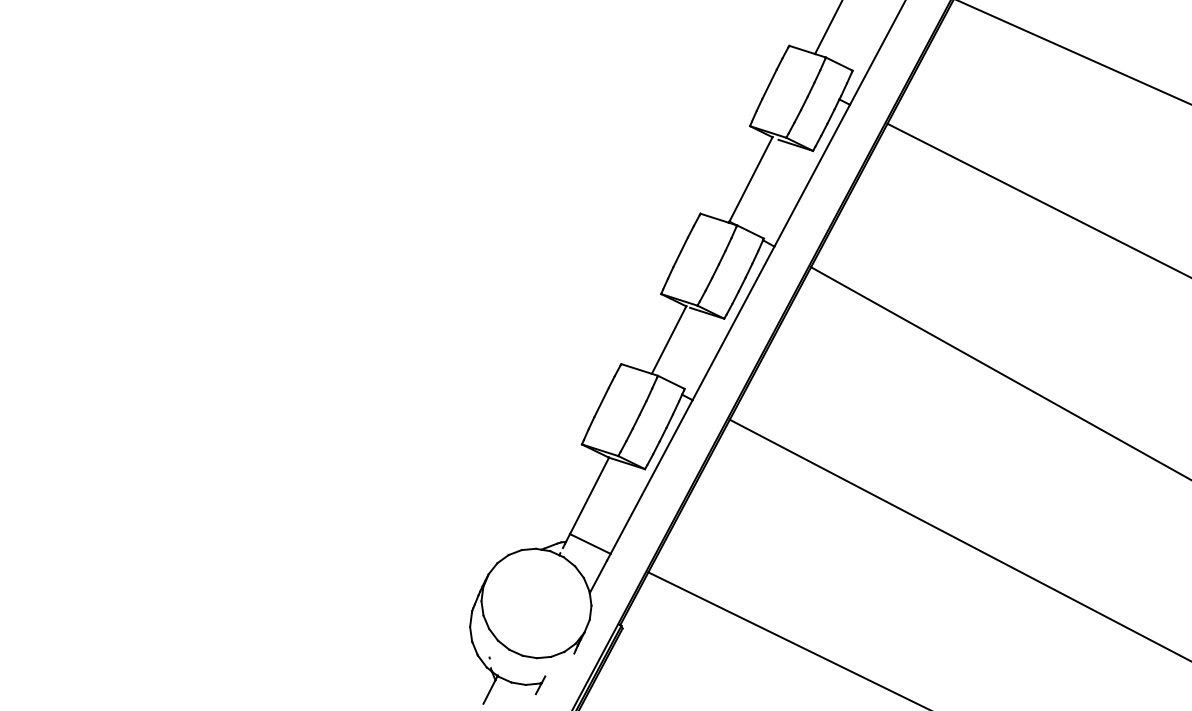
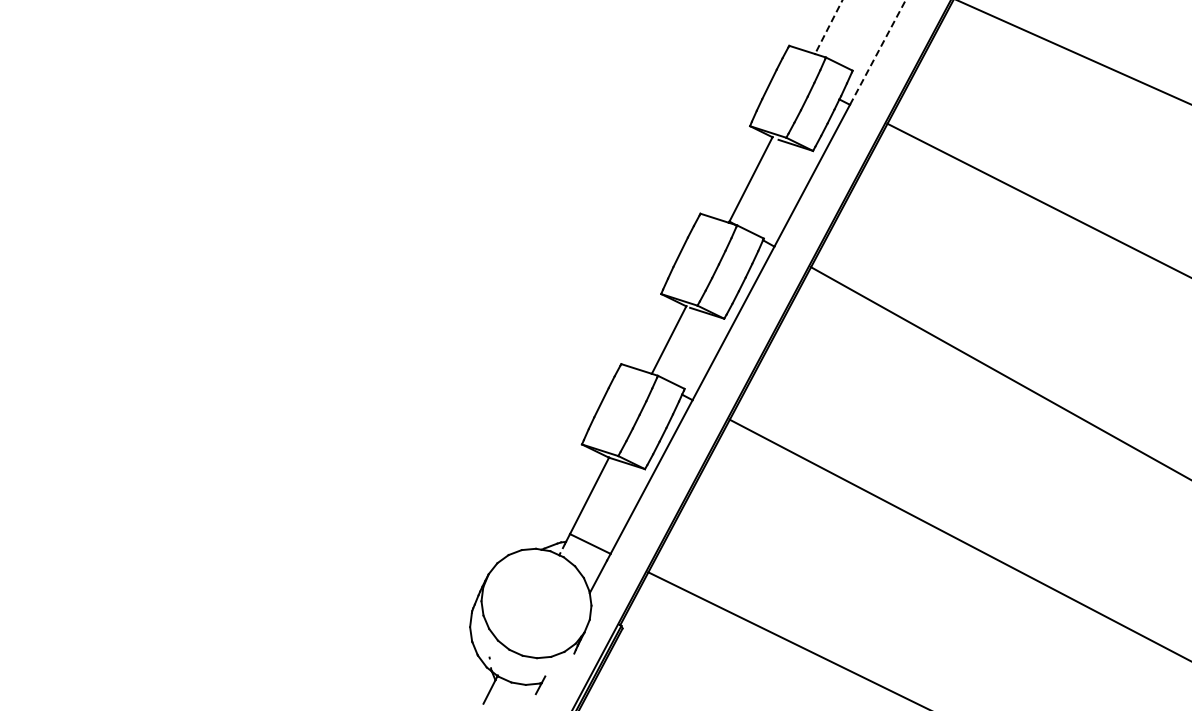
line at (828, 27): solid -> dashed
line at (878, 52): solid -> dashed
